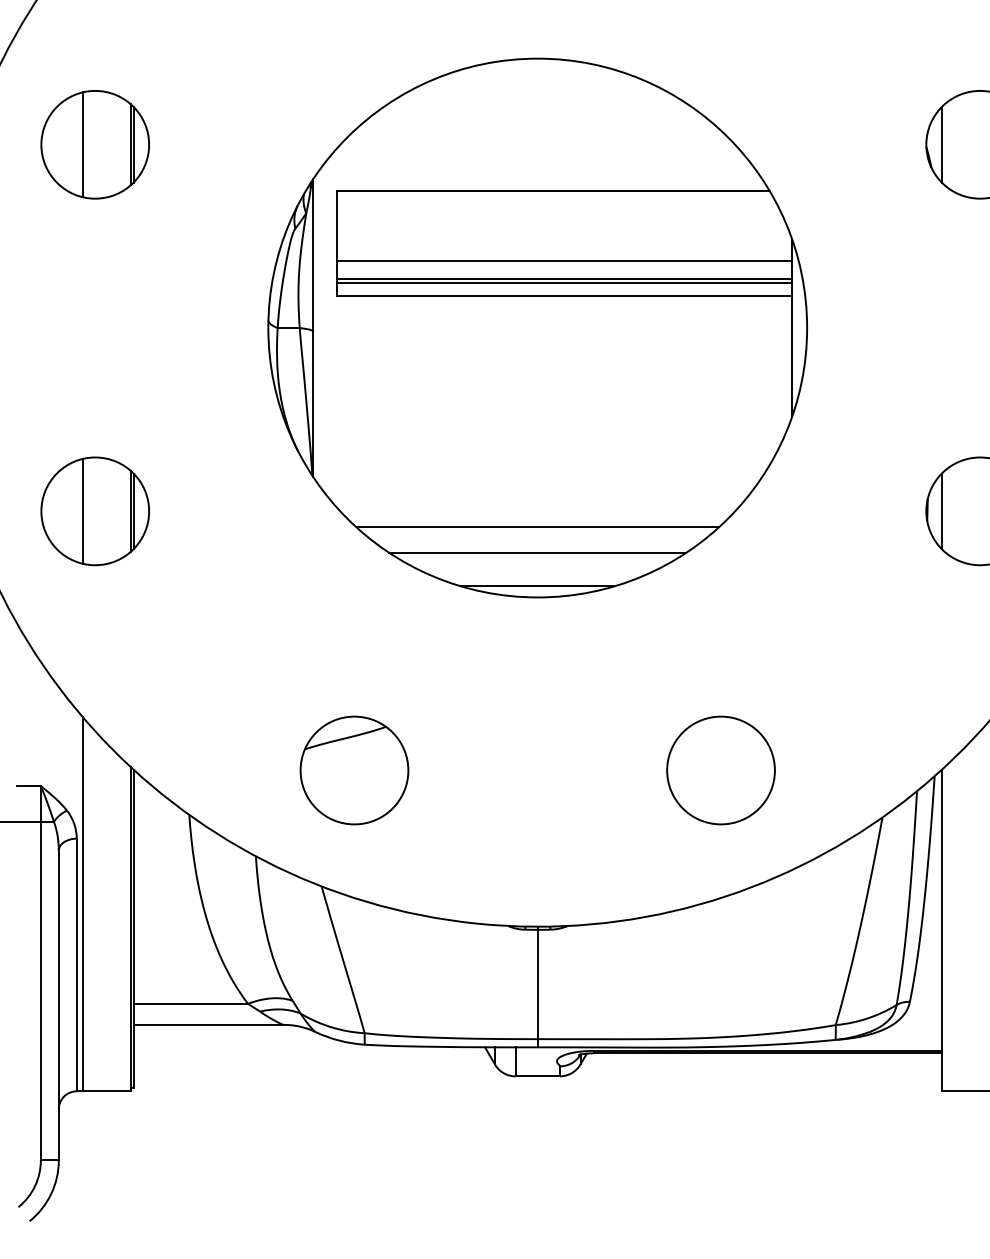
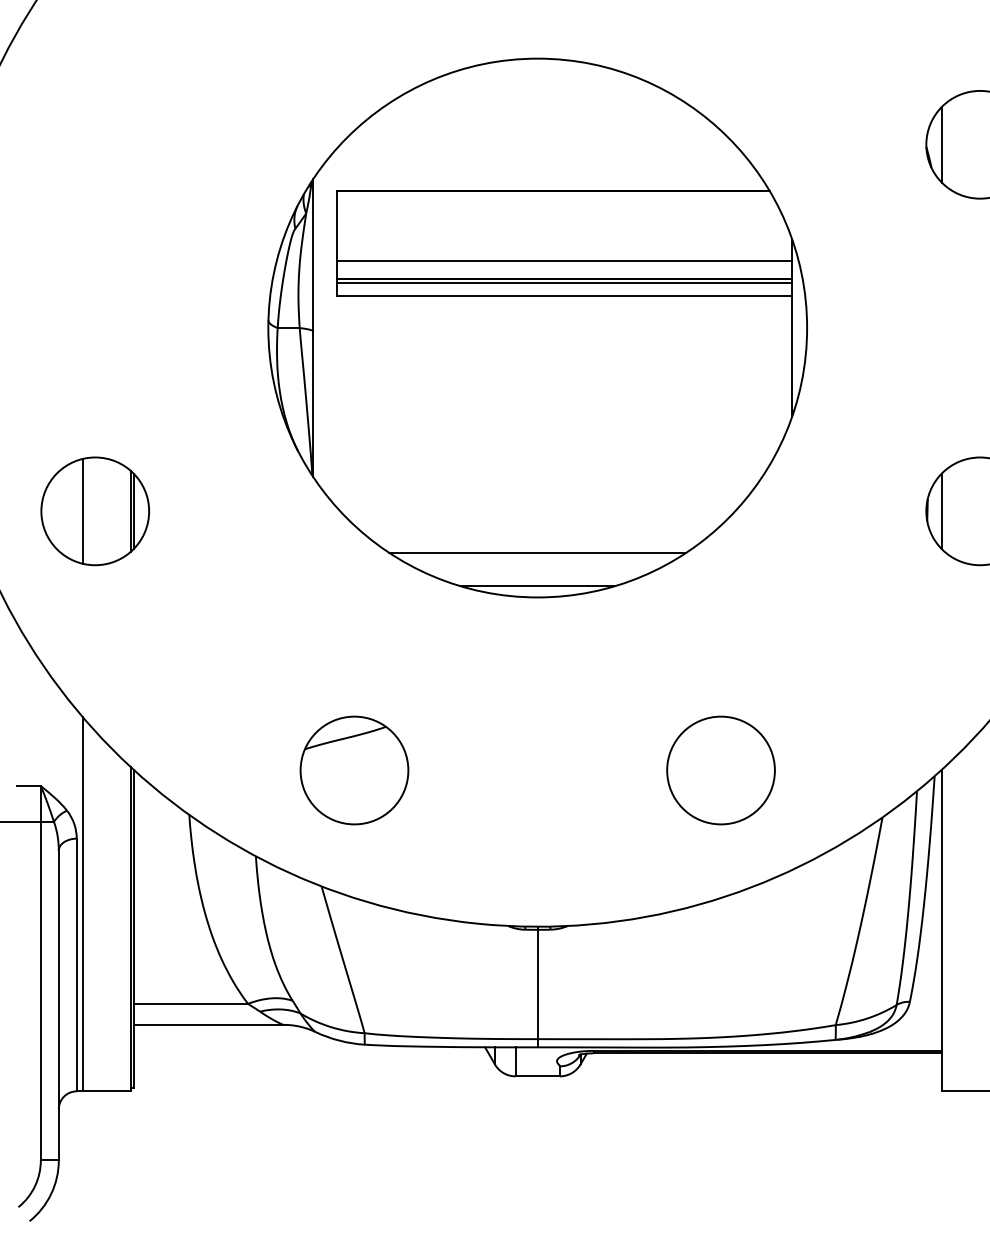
part at (94, 144): present -> none
line at (537, 527): present -> none
